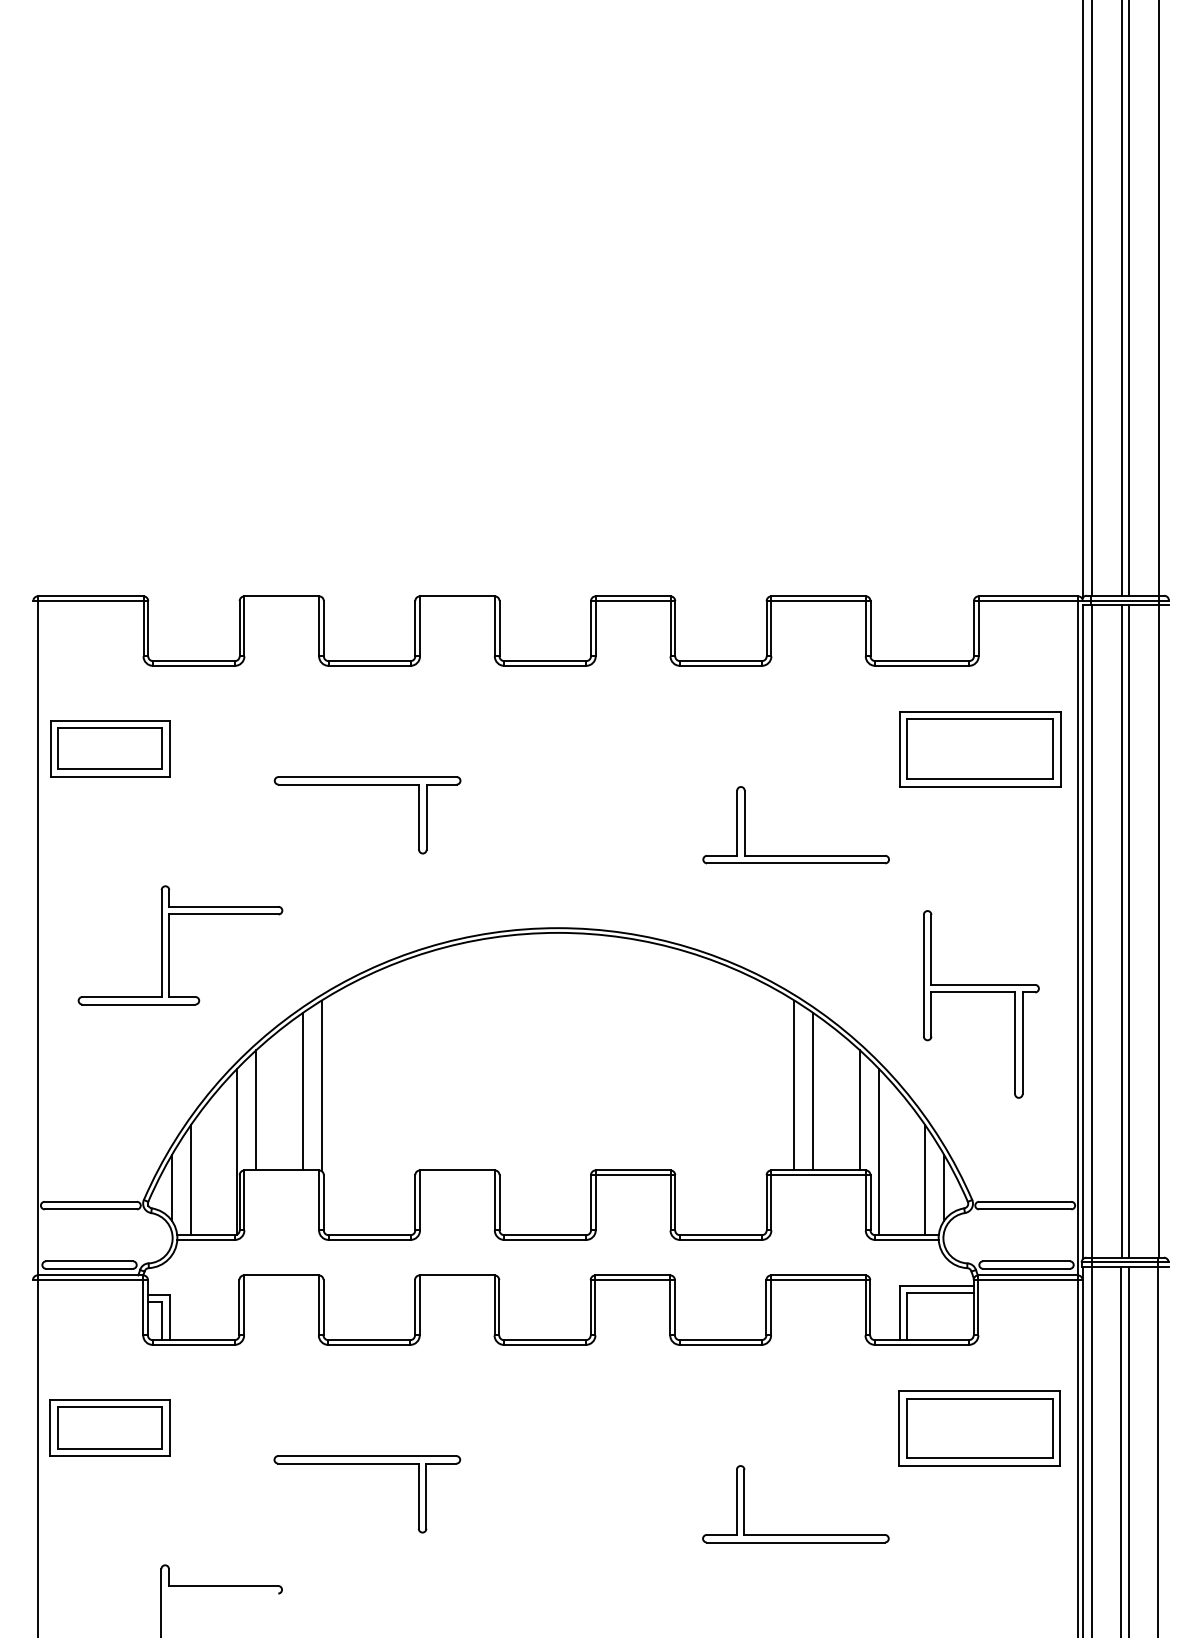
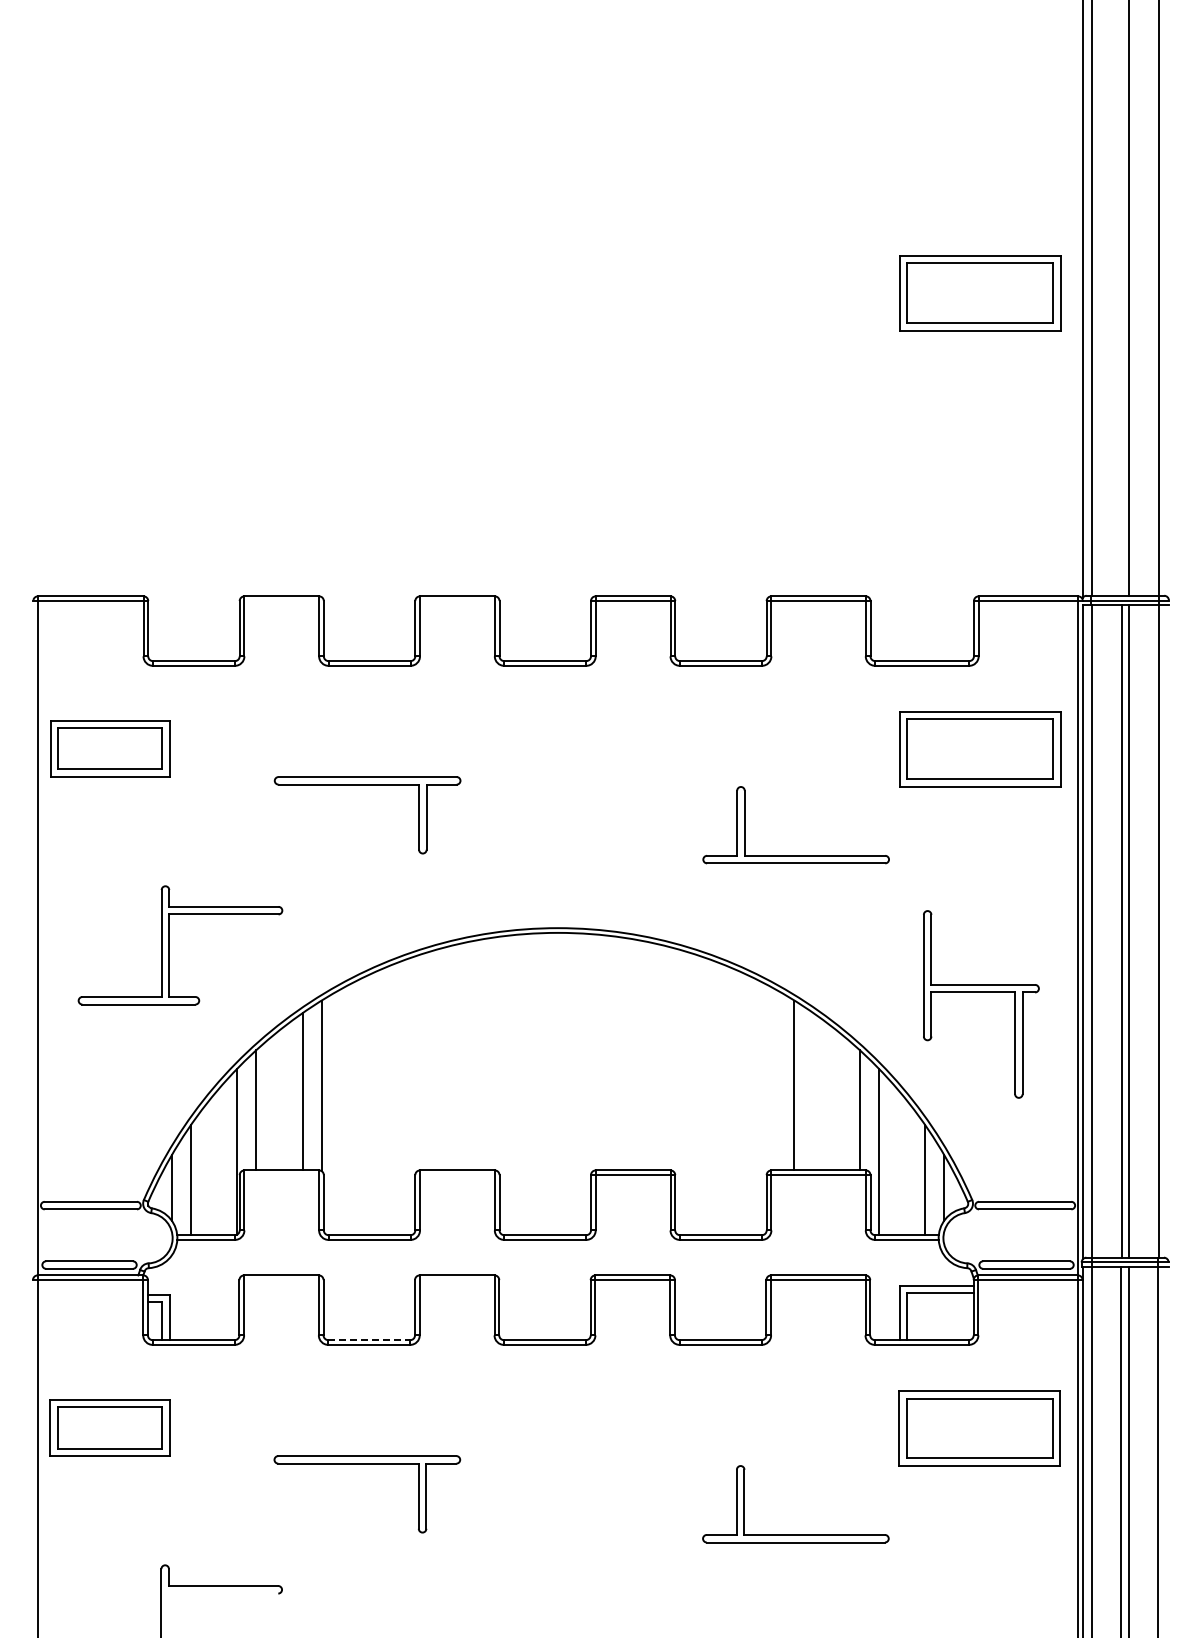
part at (980, 293): none -> present
line at (1121, 298): present -> none
line at (813, 1091): present -> none
line at (369, 1340): solid -> dashed
